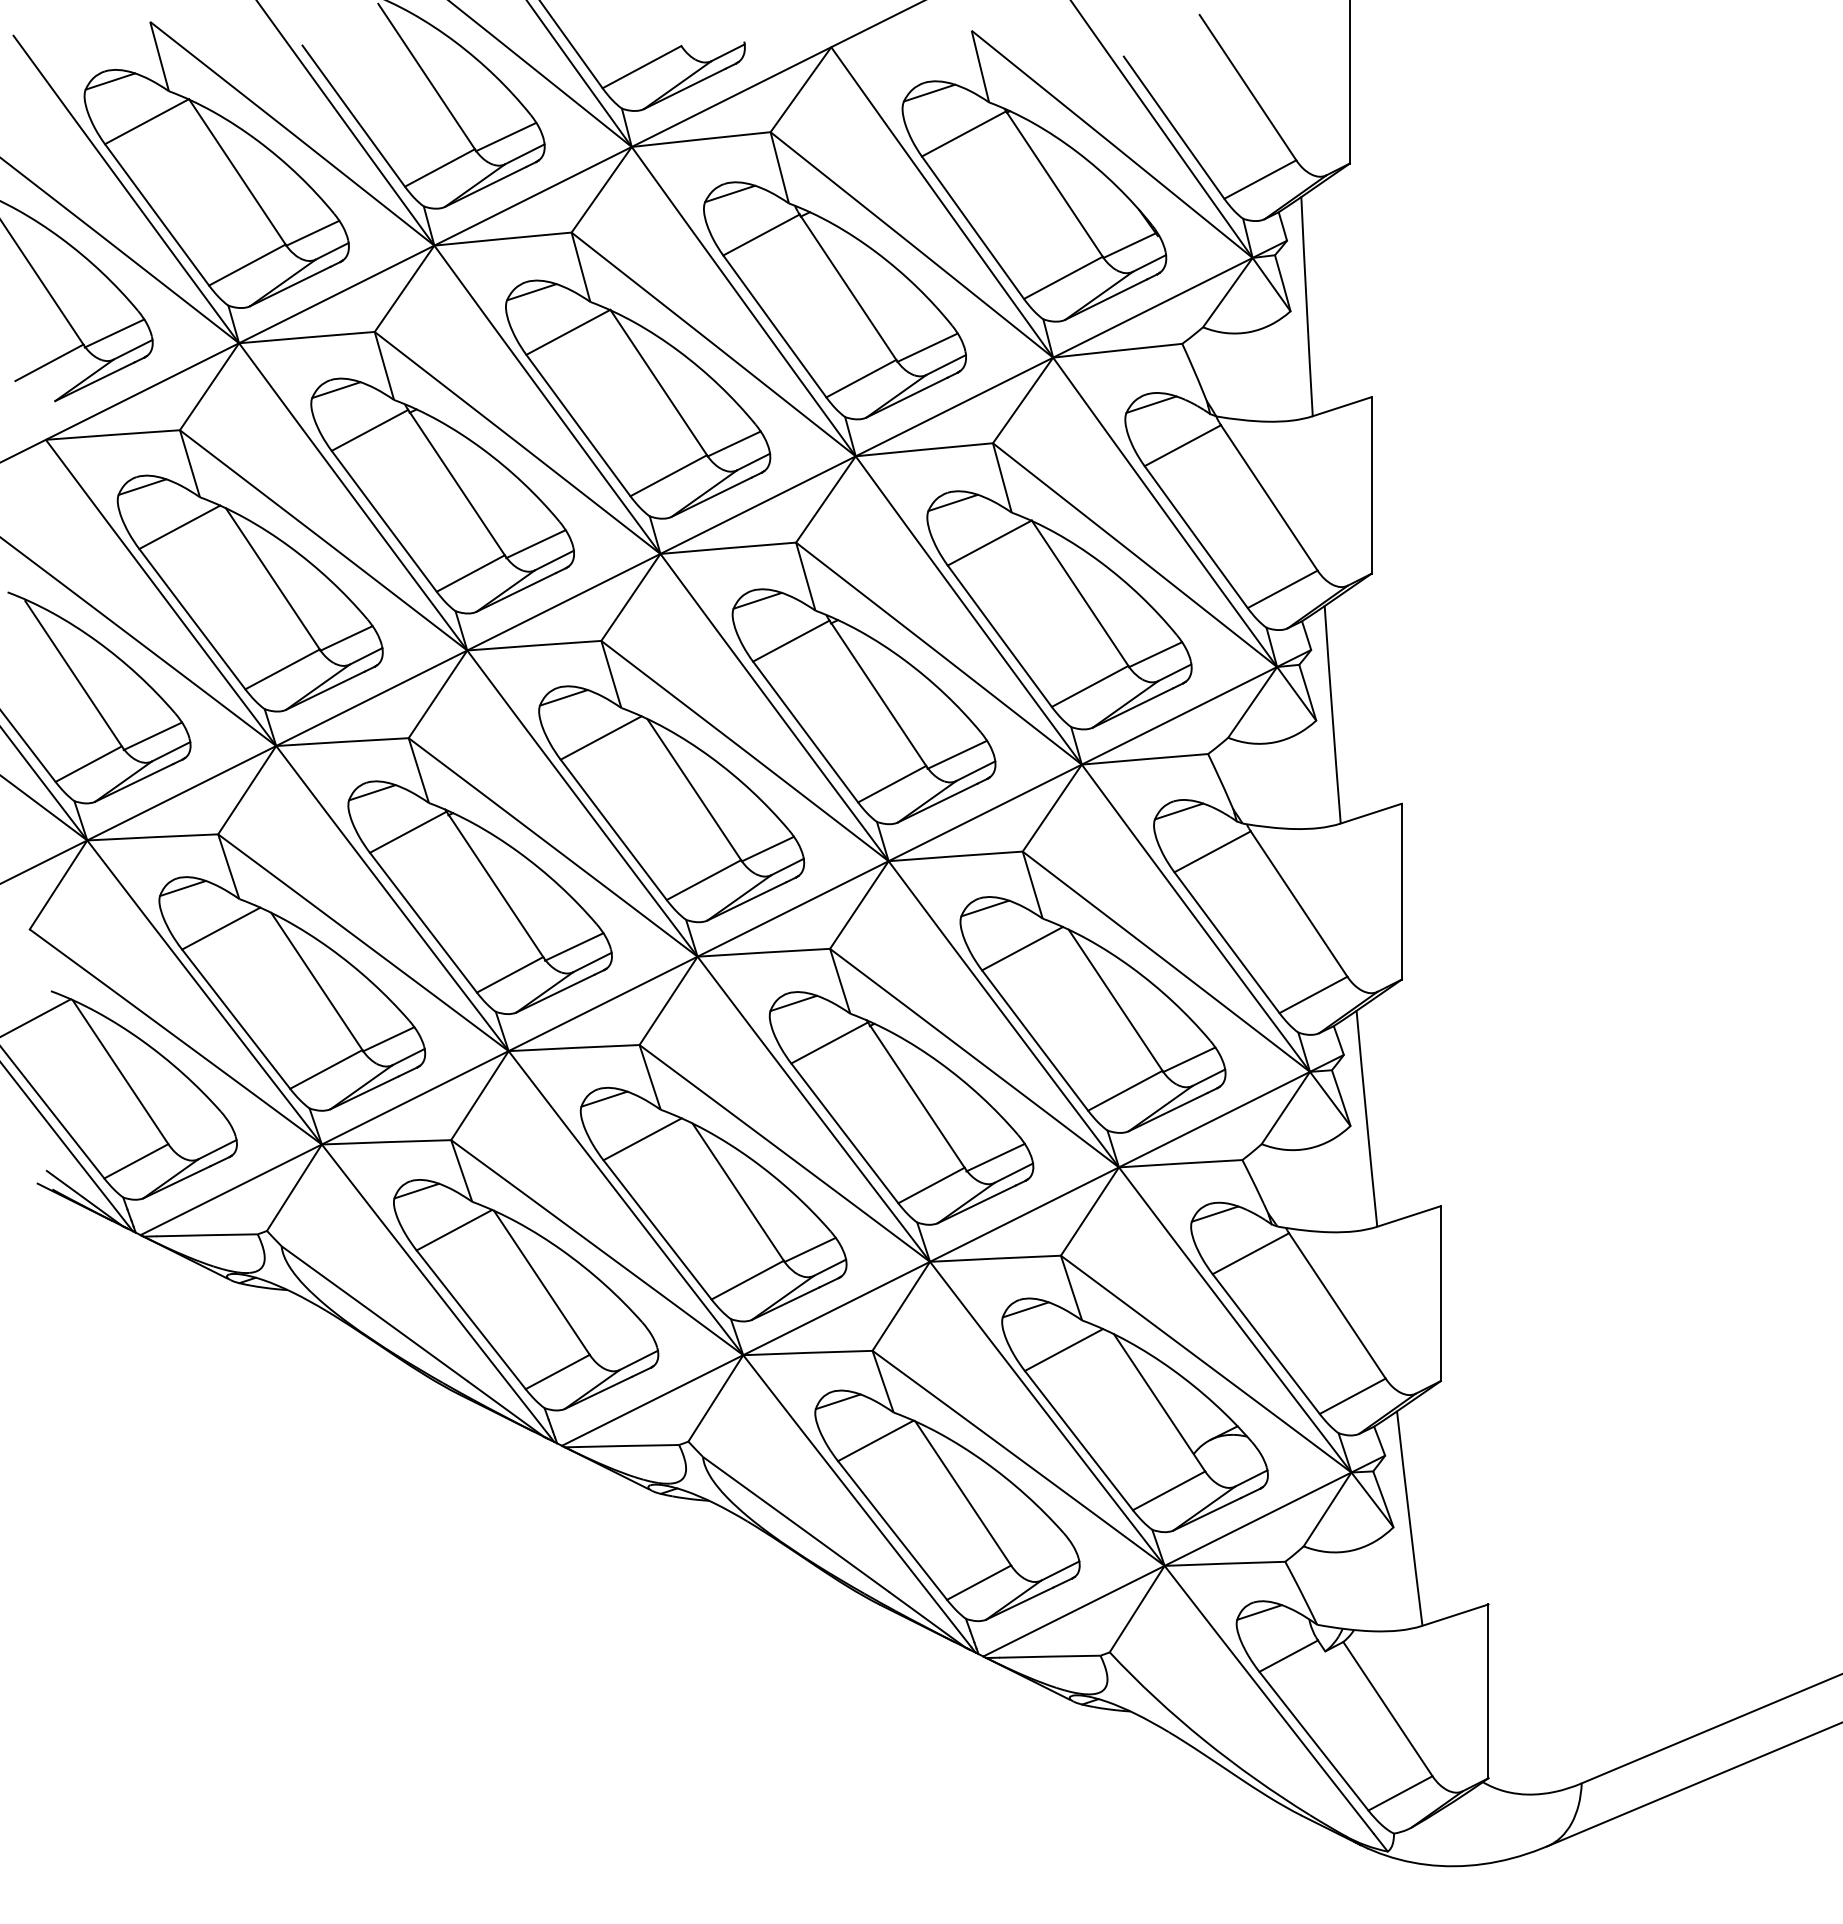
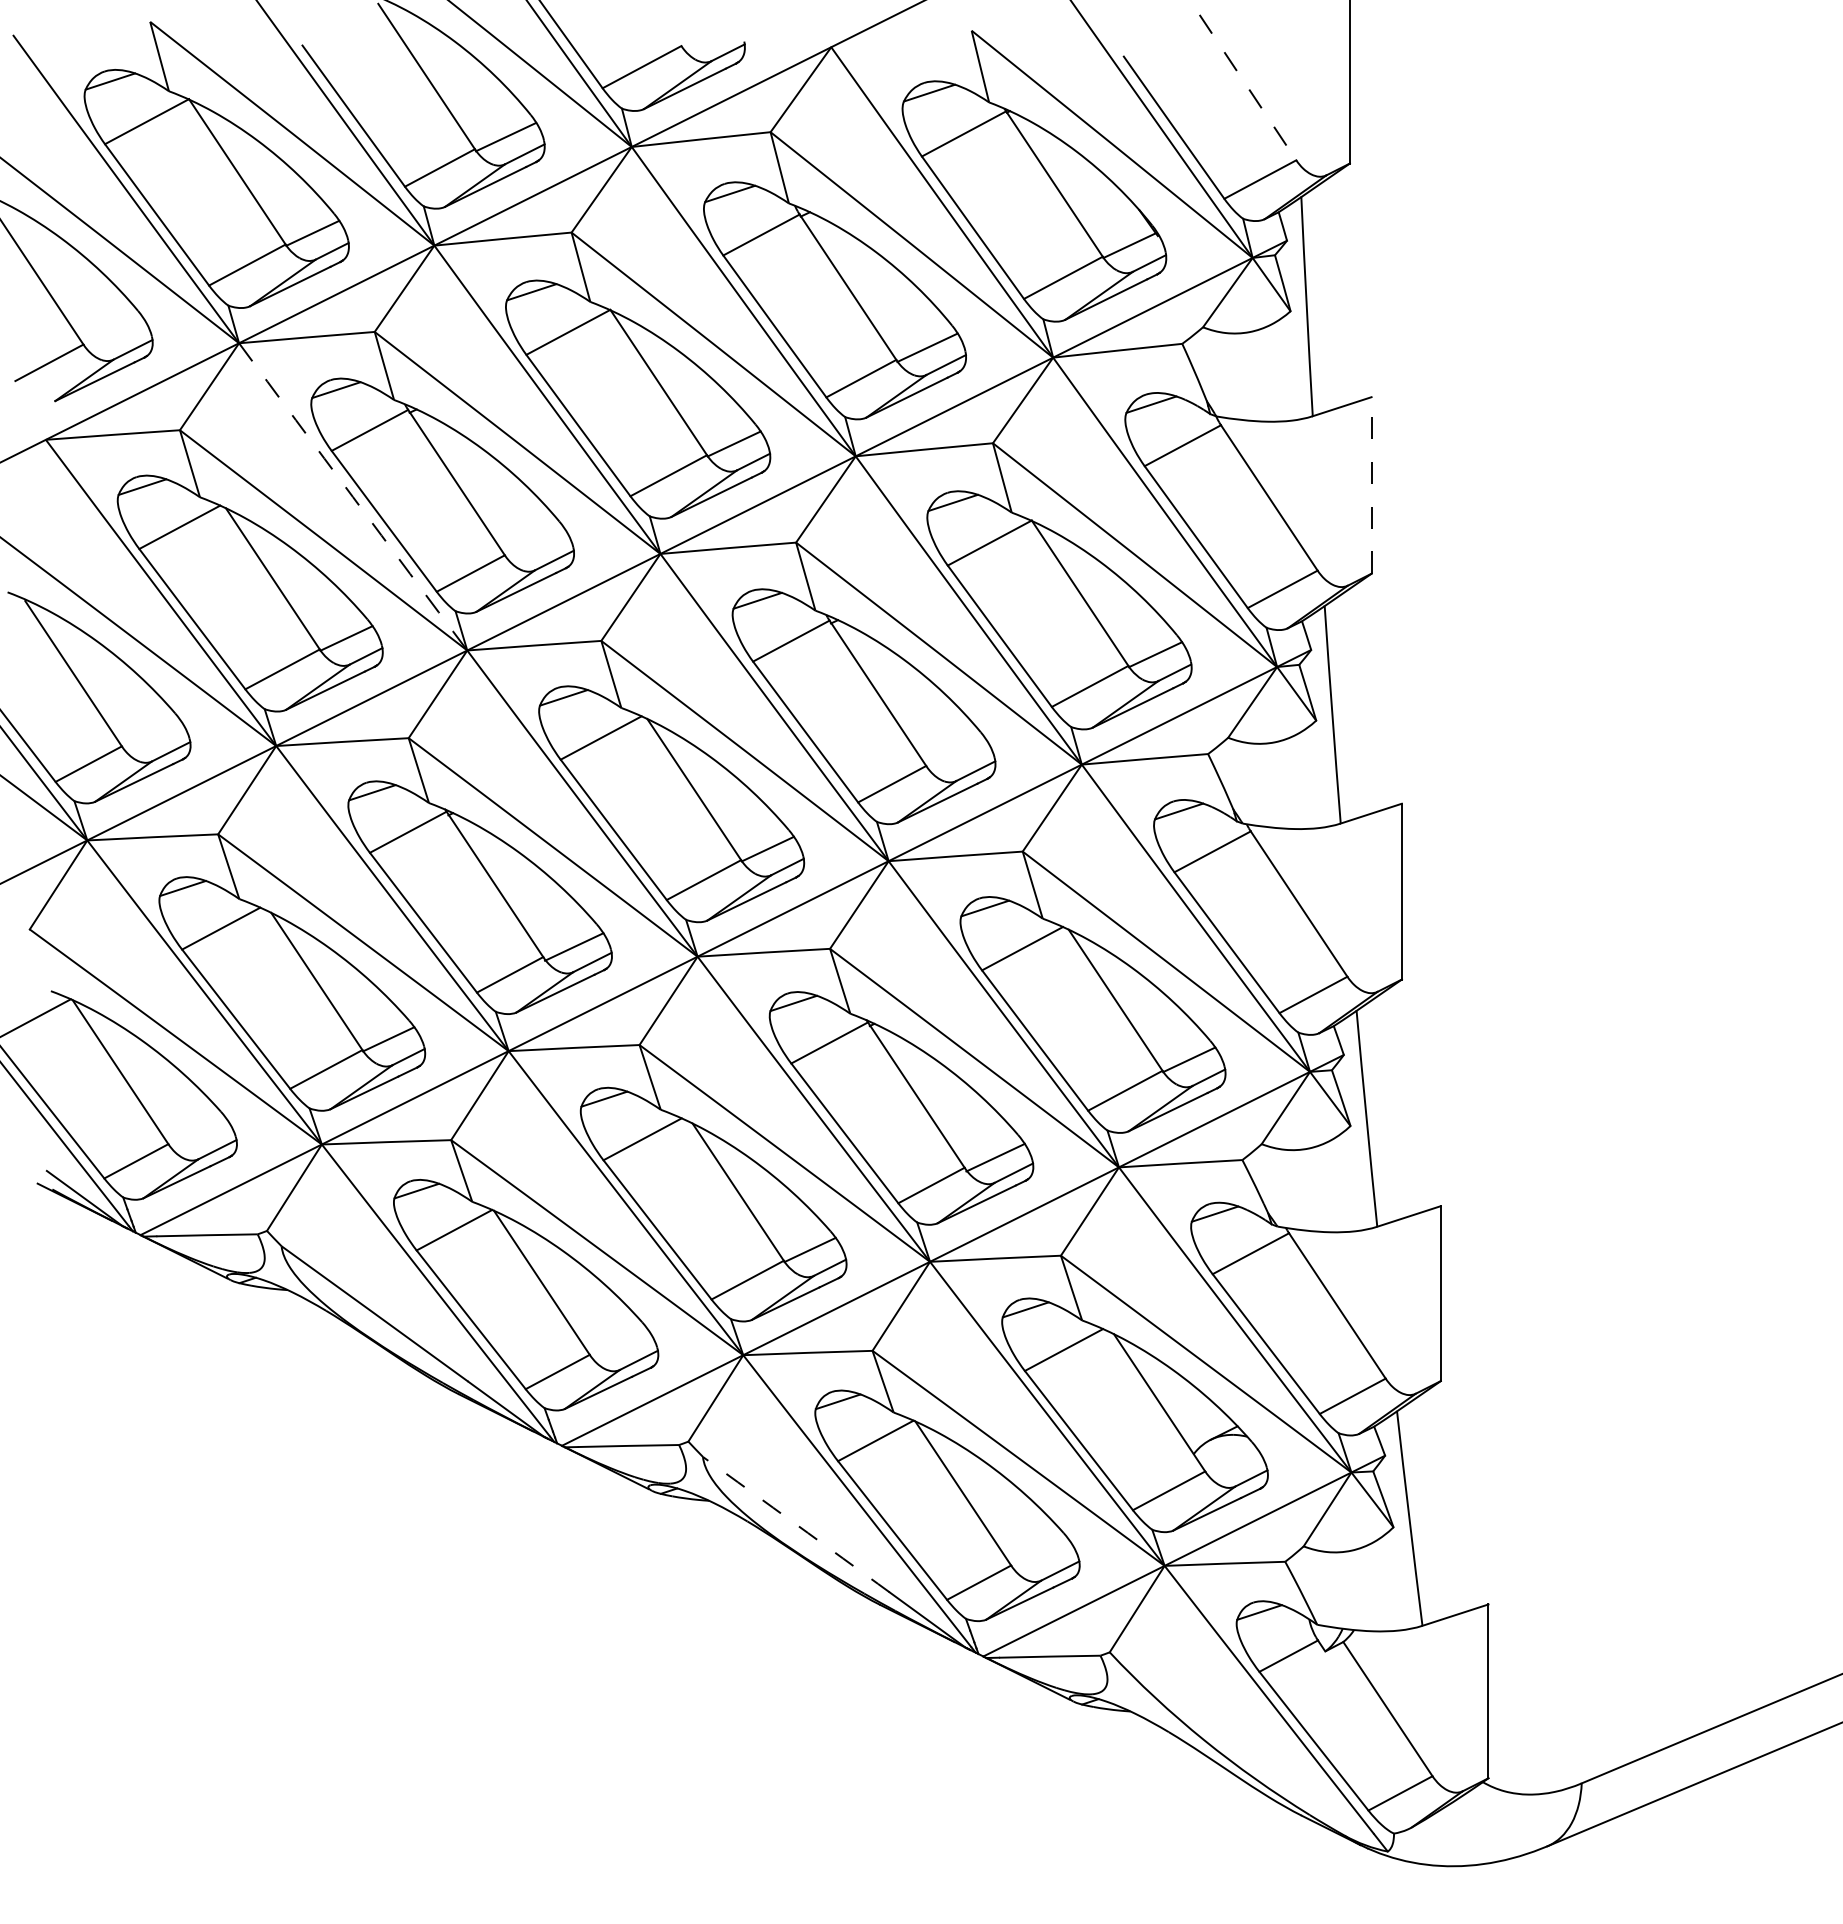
line at (1248, 88): solid -> dashed
line at (114, 333): present -> none
line at (1371, 484): solid -> dashed
arc at (352, 497): solid -> dashed
line at (535, 544): present -> none
line at (152, 736): present -> none
line at (957, 754): present -> none
arc at (796, 1524): solid -> dashed
